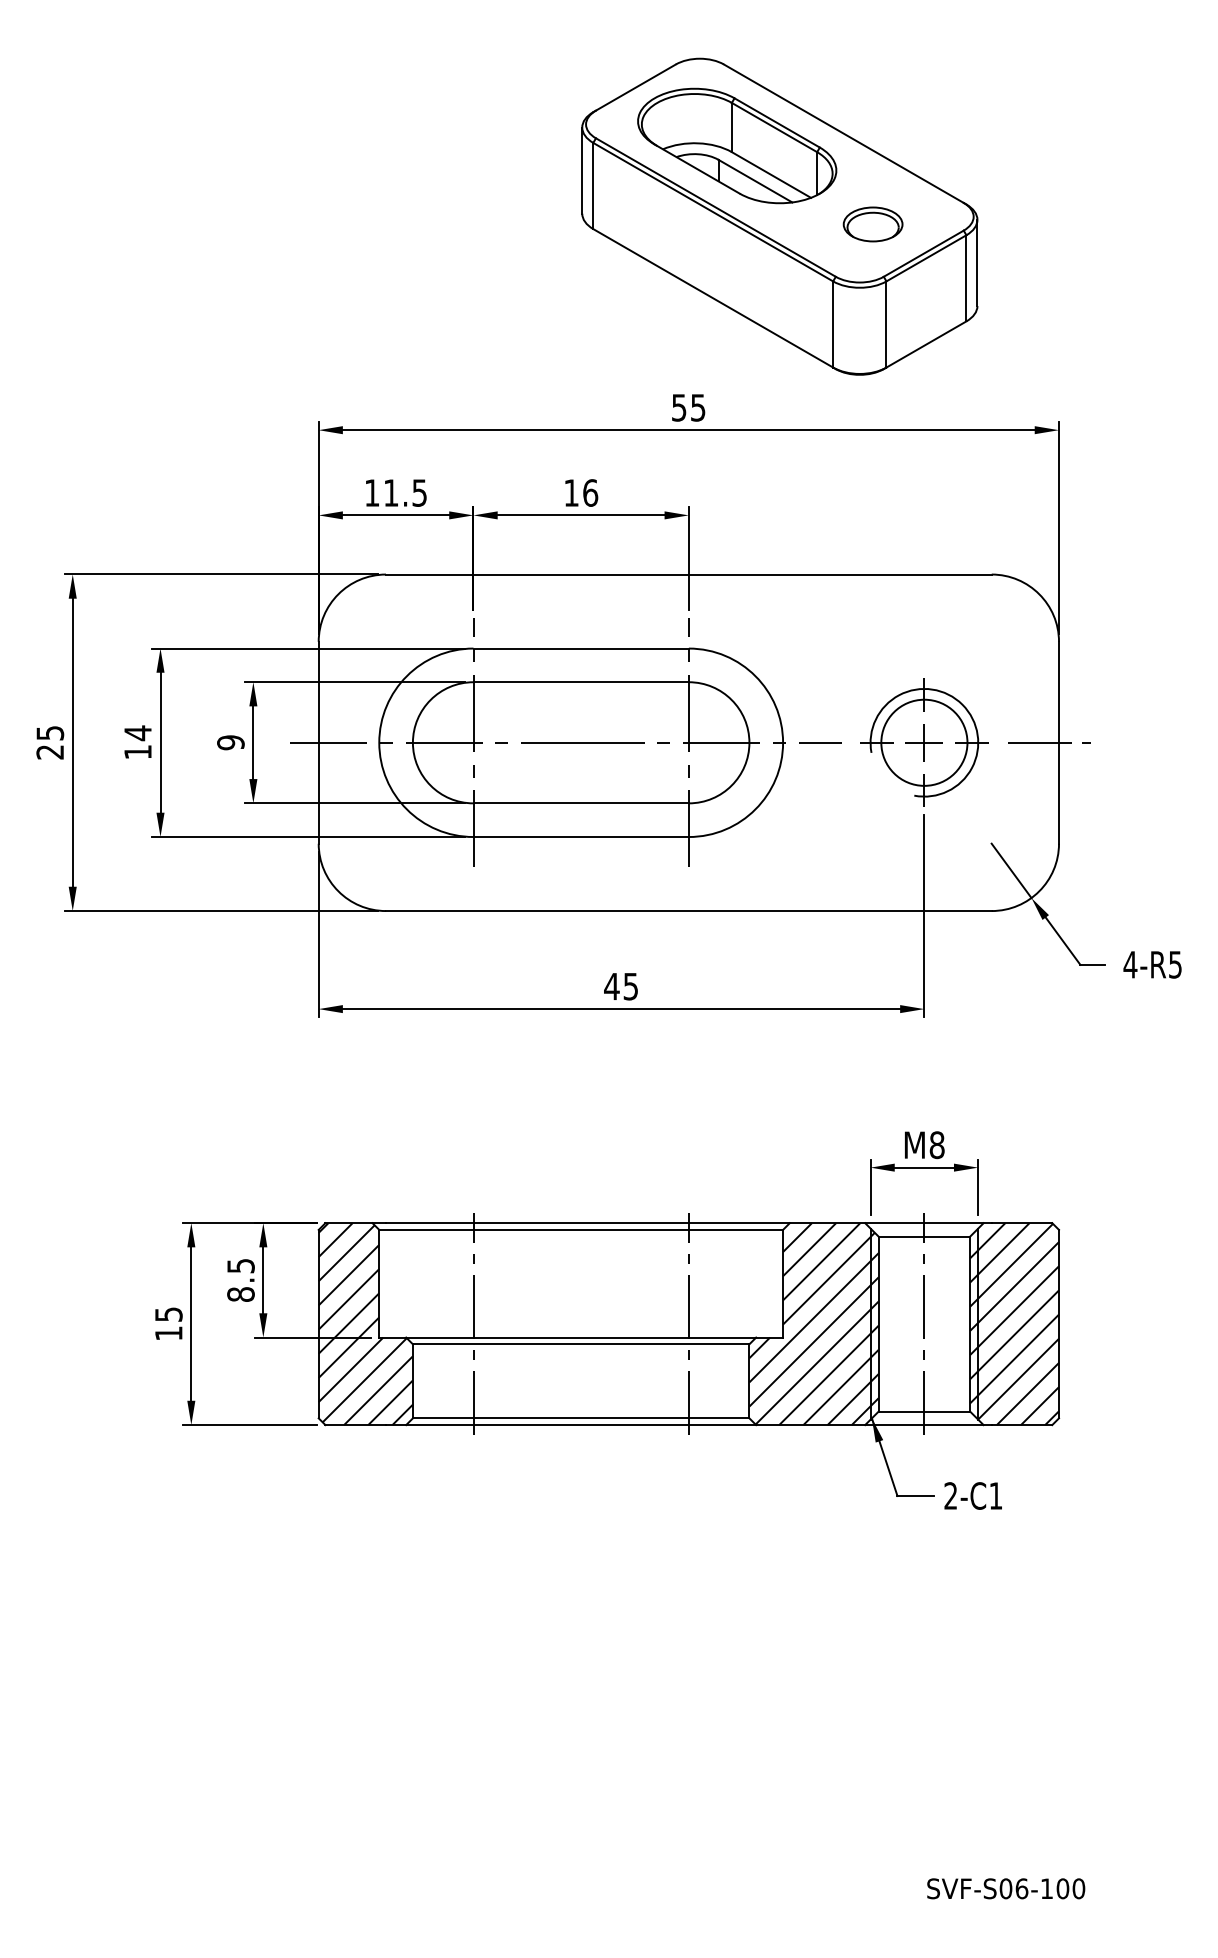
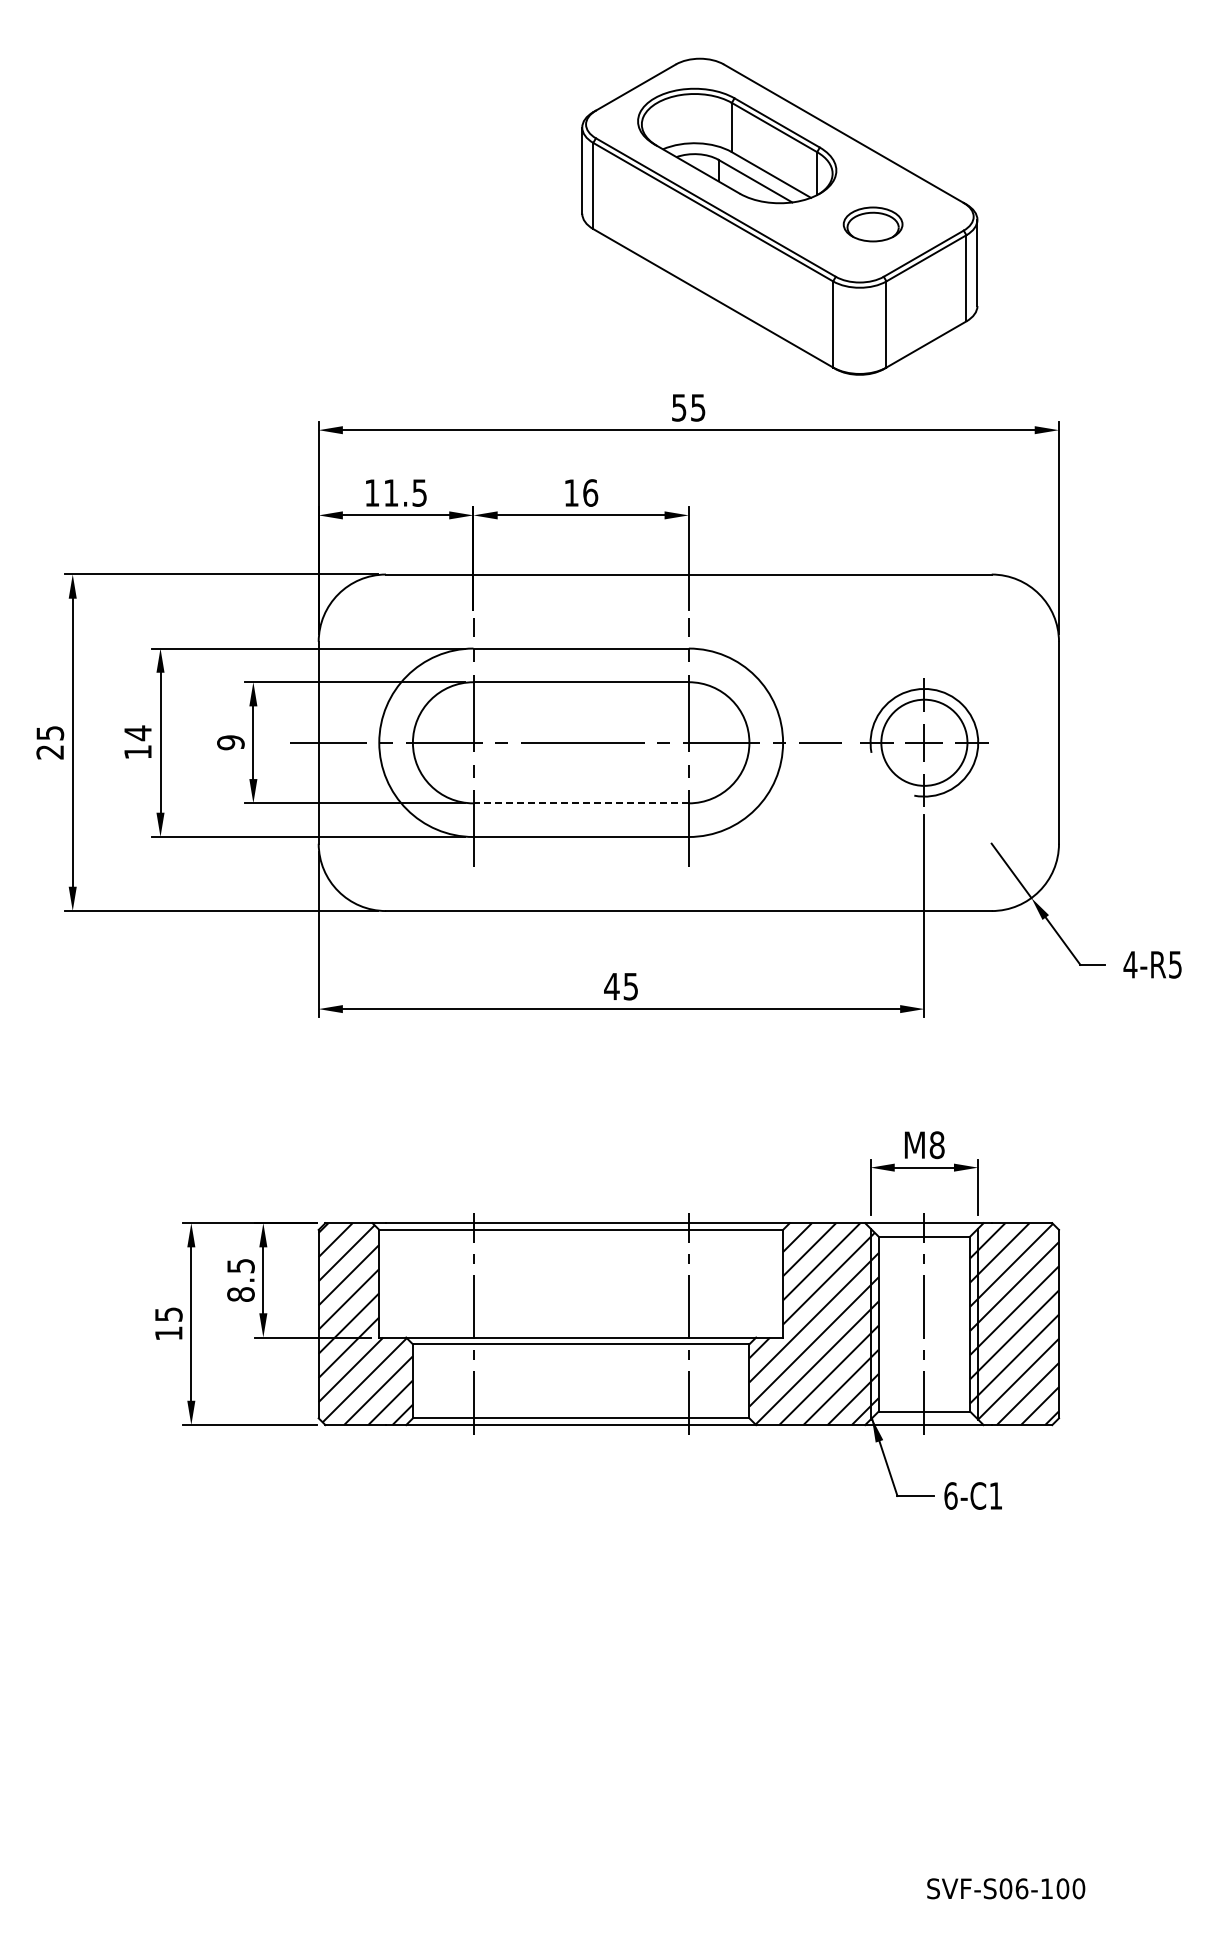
line at (1048, 742): present -> none
line at (581, 803): solid -> dashed
text at (950, 1495): 2-C1 -> 6-C1
